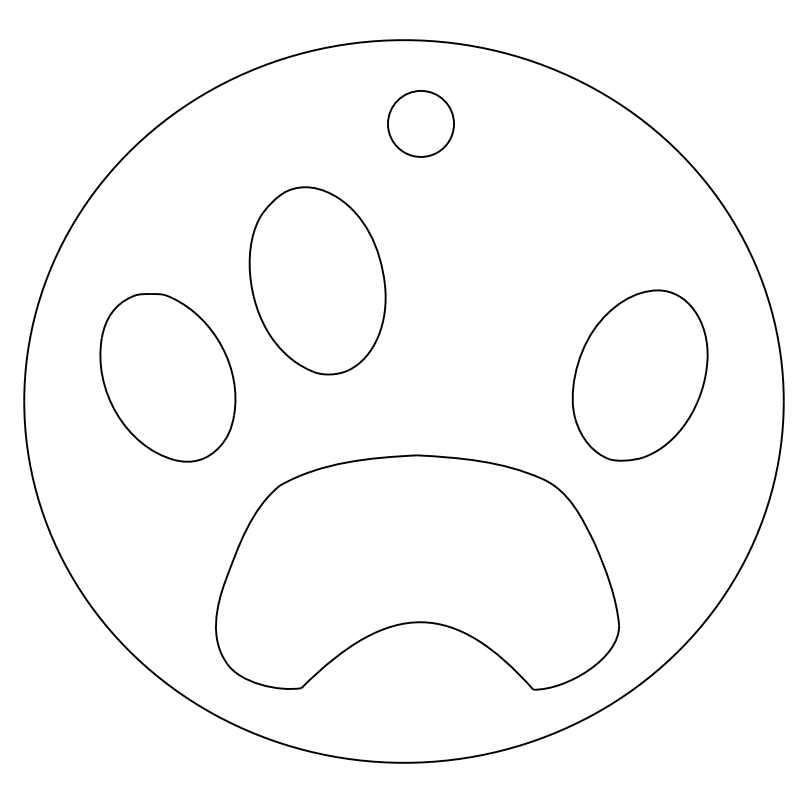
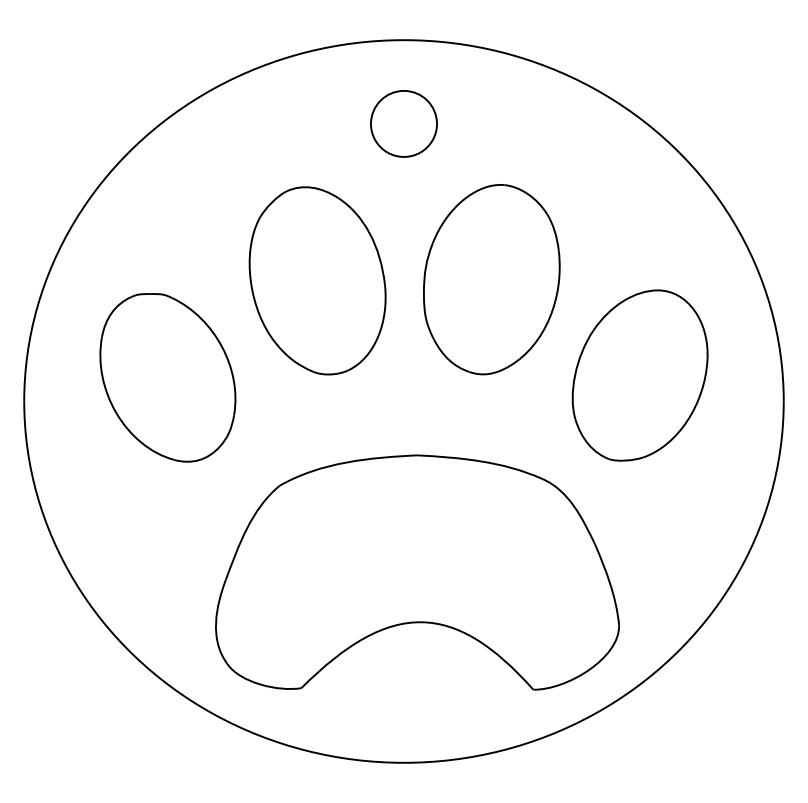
part at (420, 123) position: (420, 123) -> (403, 123)
part at (491, 279): none -> present
